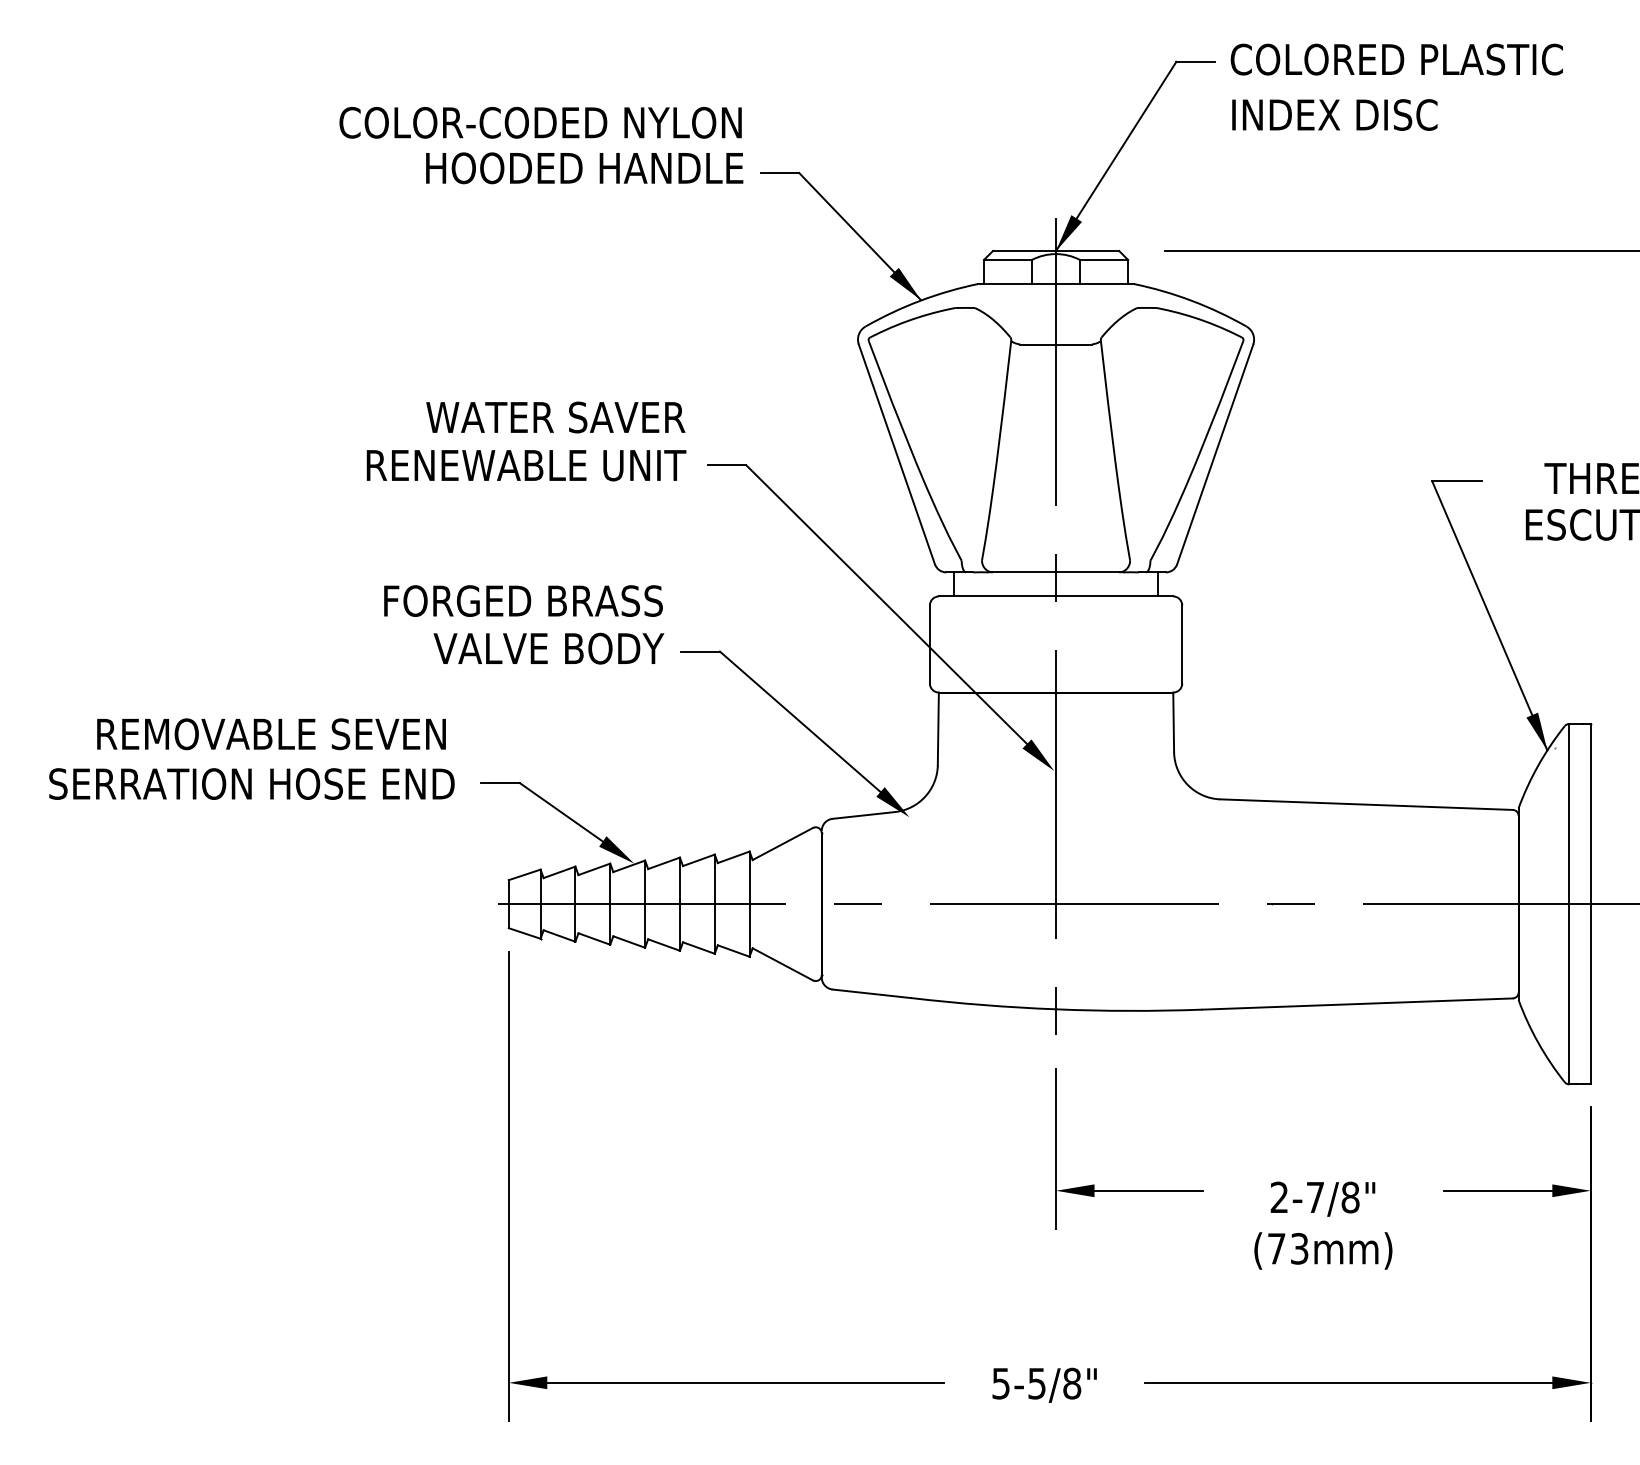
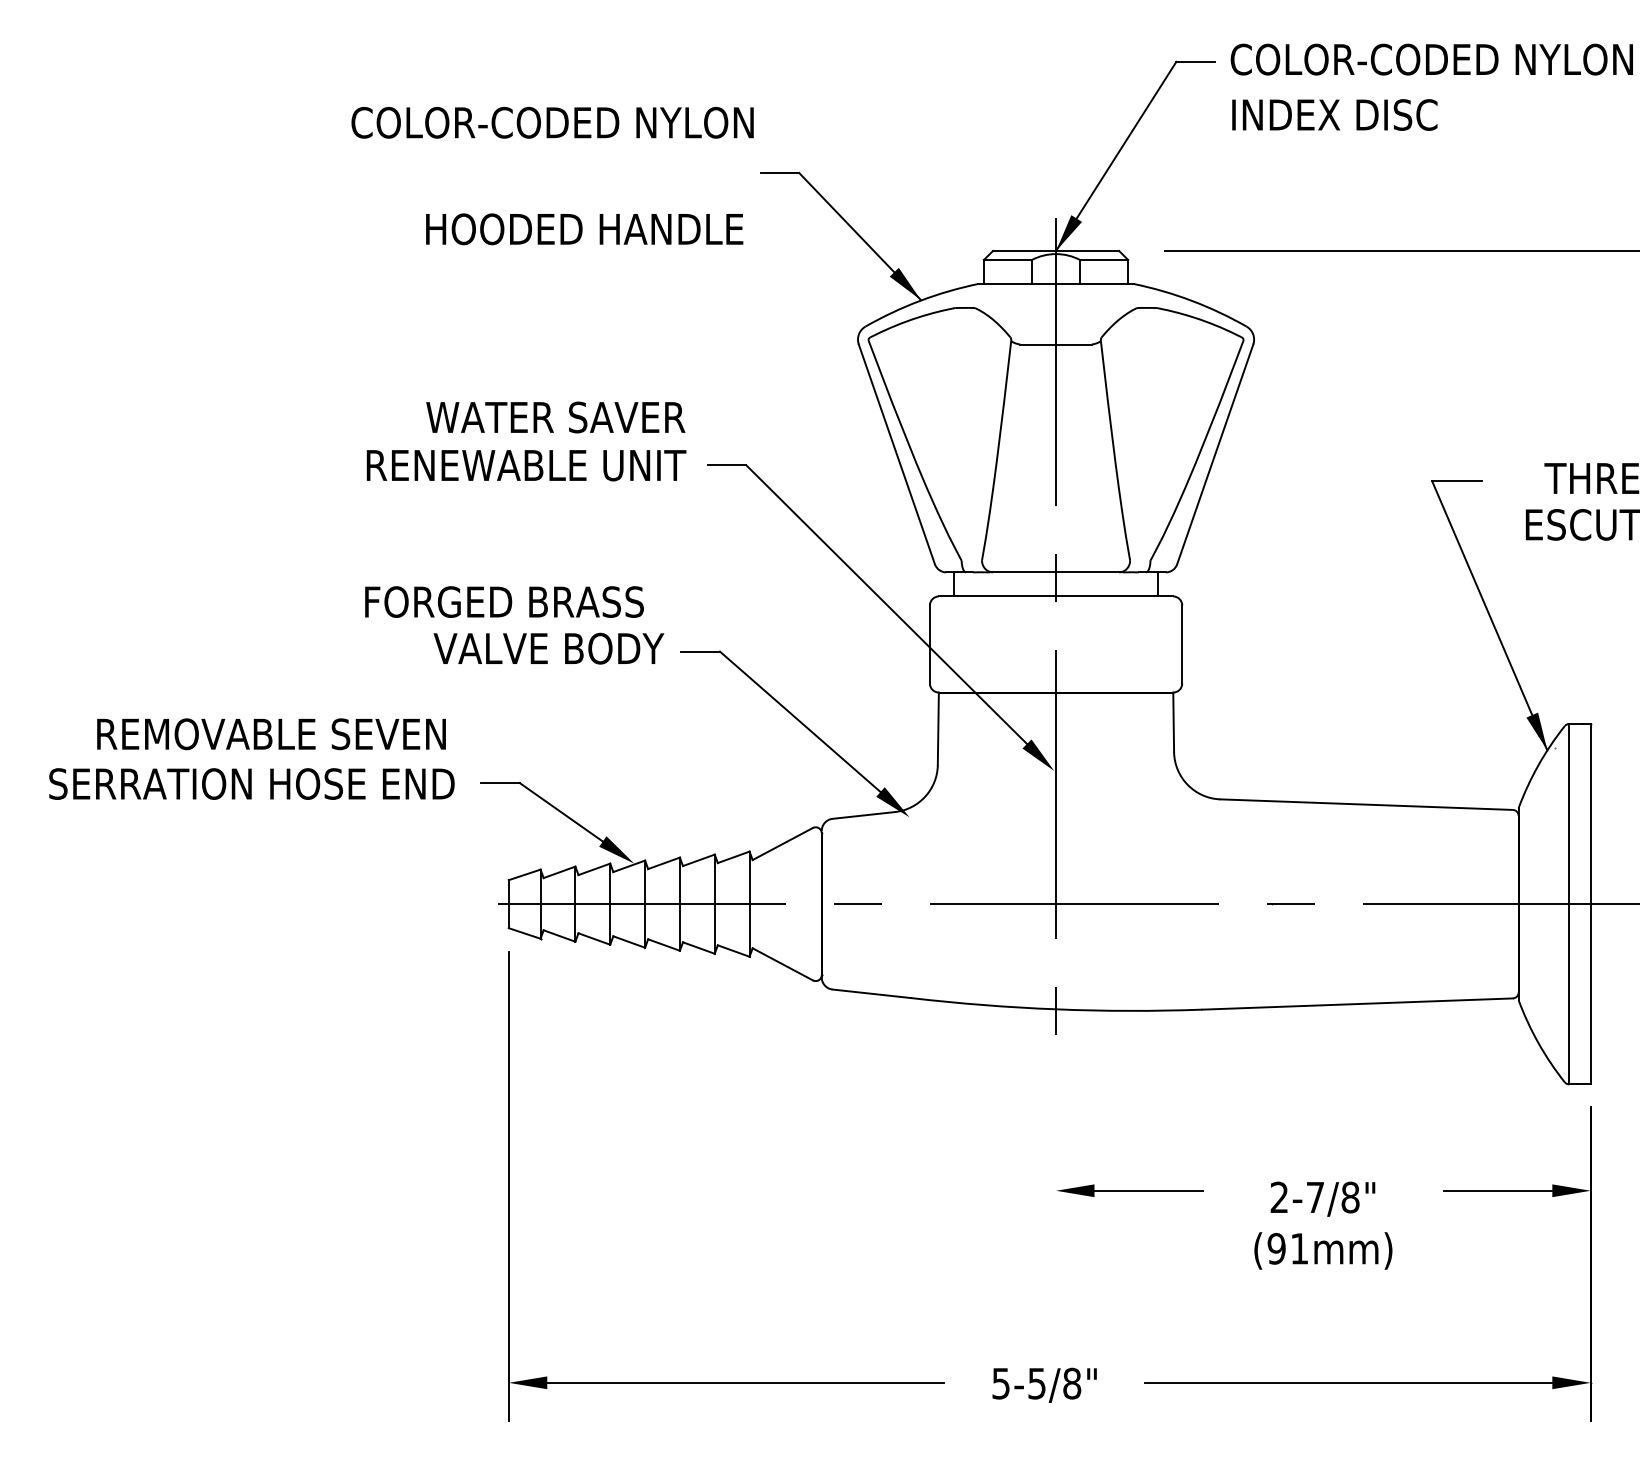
text at (1494, 59): COLORED PLASTIC -> COLOR-CODED NYLON
text at (540, 122) position: (540, 122) -> (552, 122)
text at (584, 168) position: (584, 168) -> (584, 229)
text at (523, 600) position: (523, 600) -> (504, 601)
line at (1056, 1148): present -> none
text at (1287, 1248): (73mm) -> (91mm)
